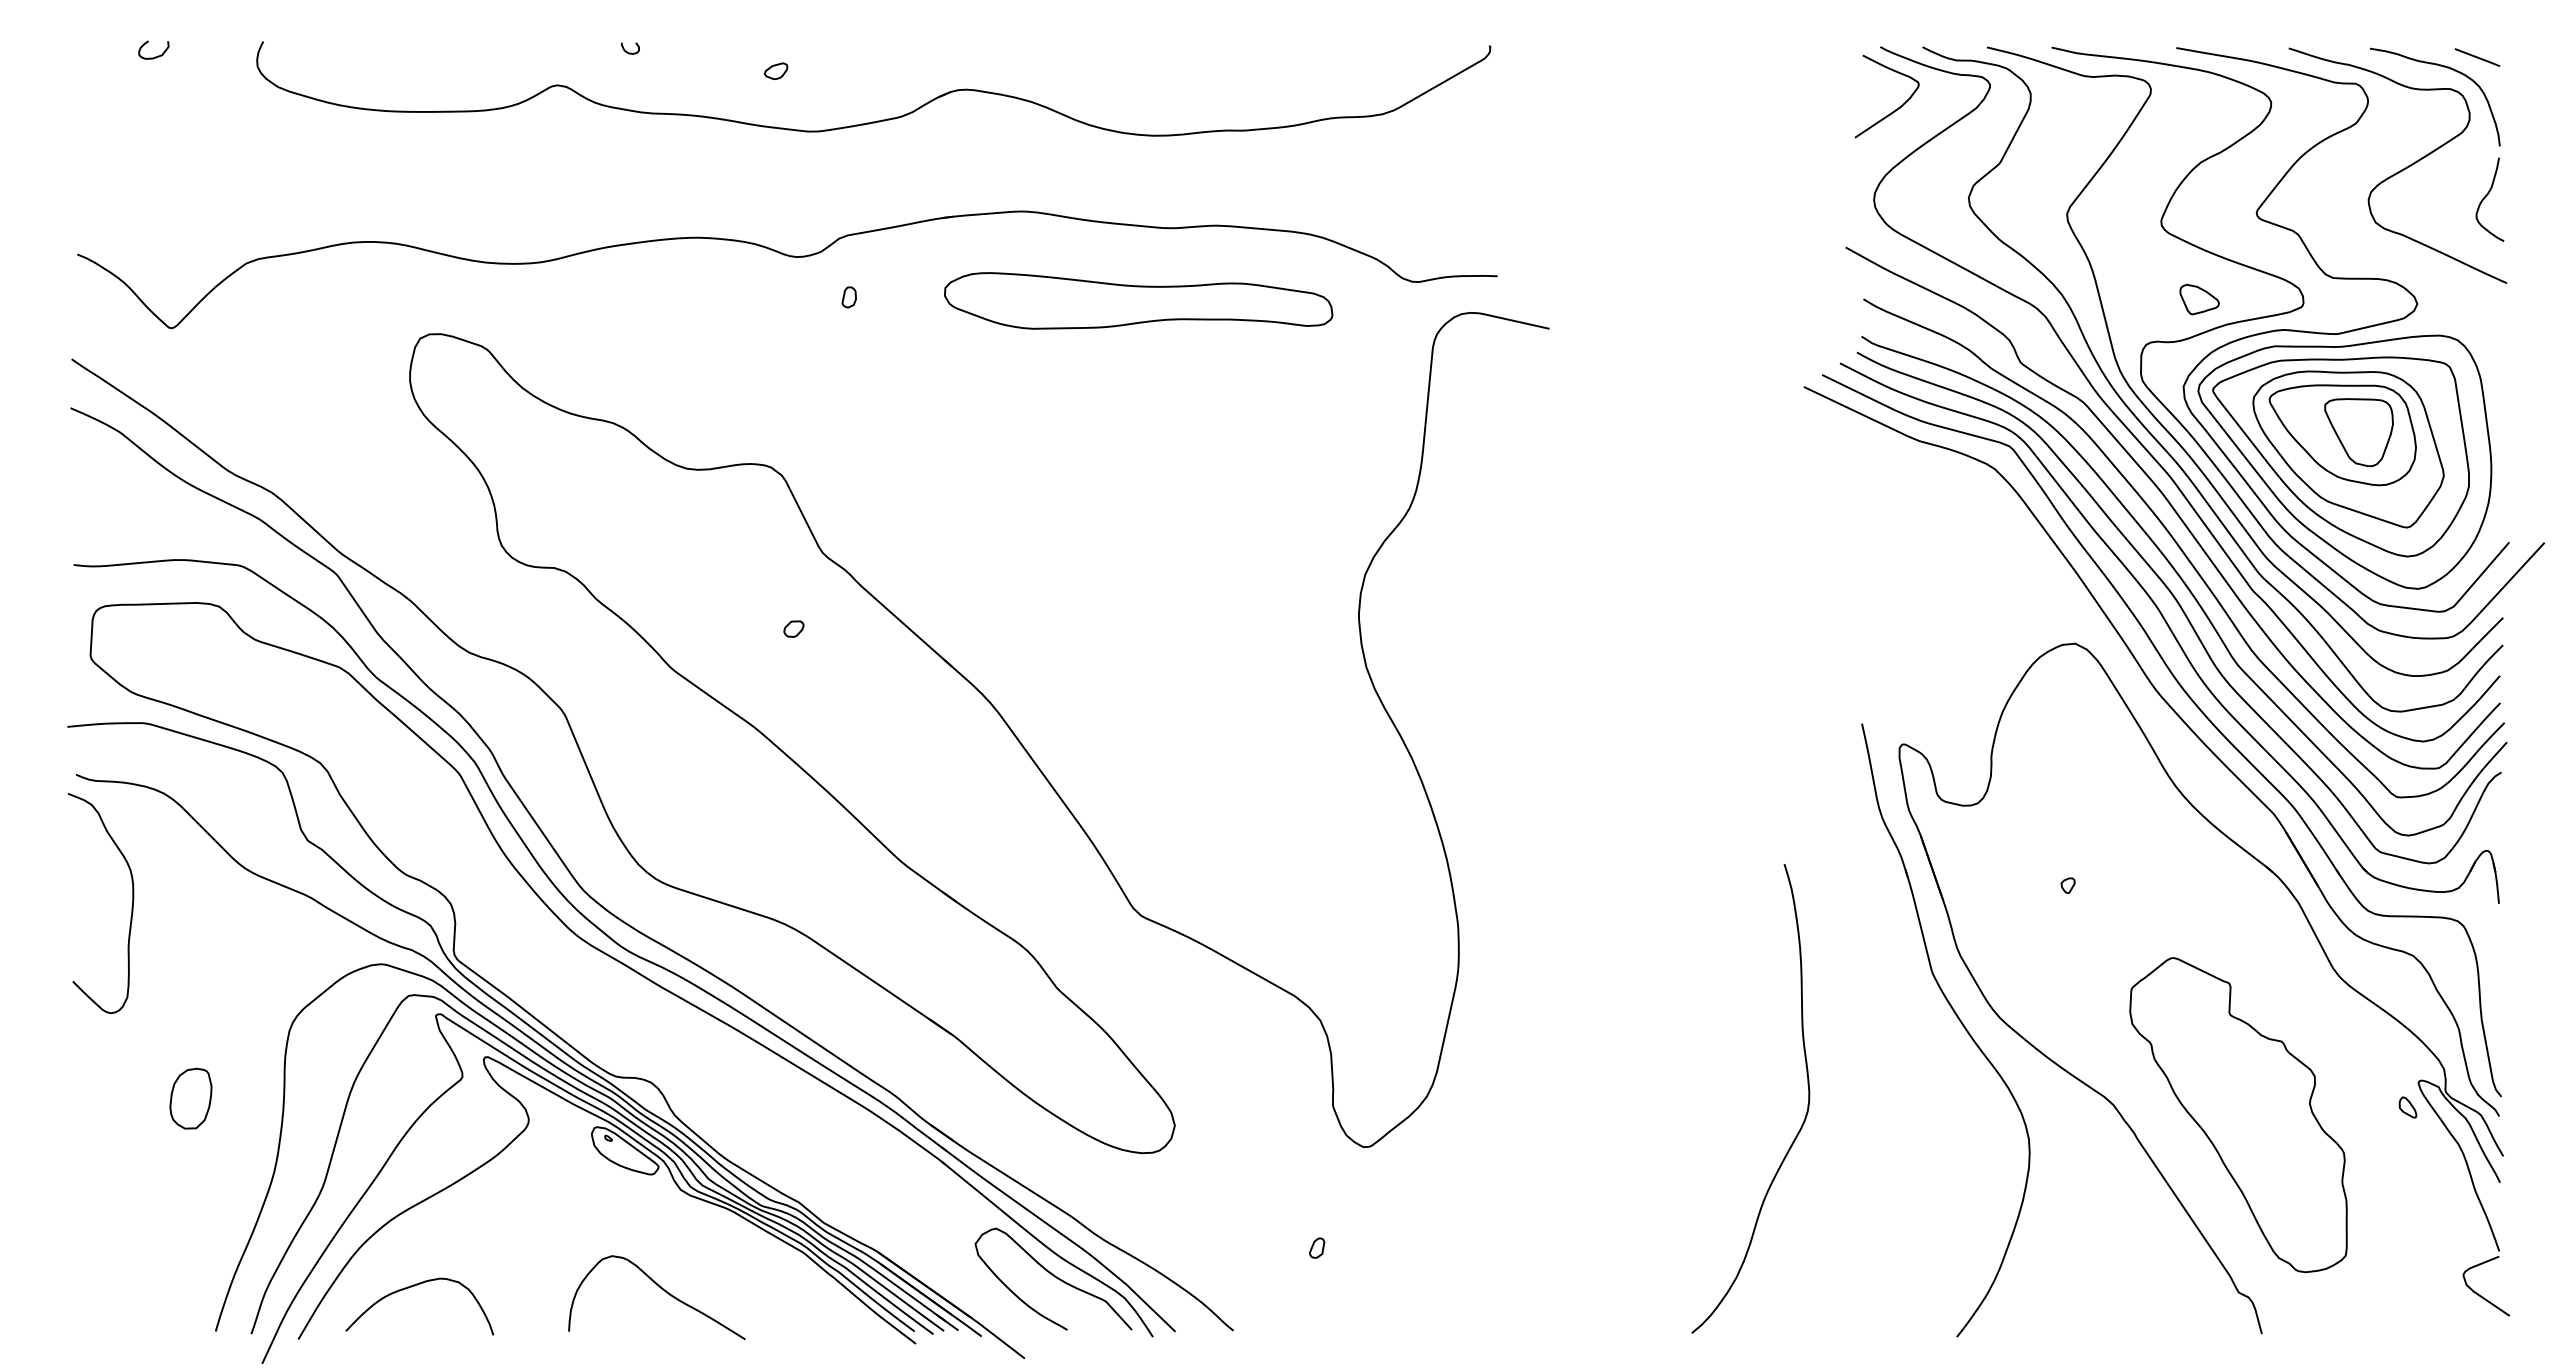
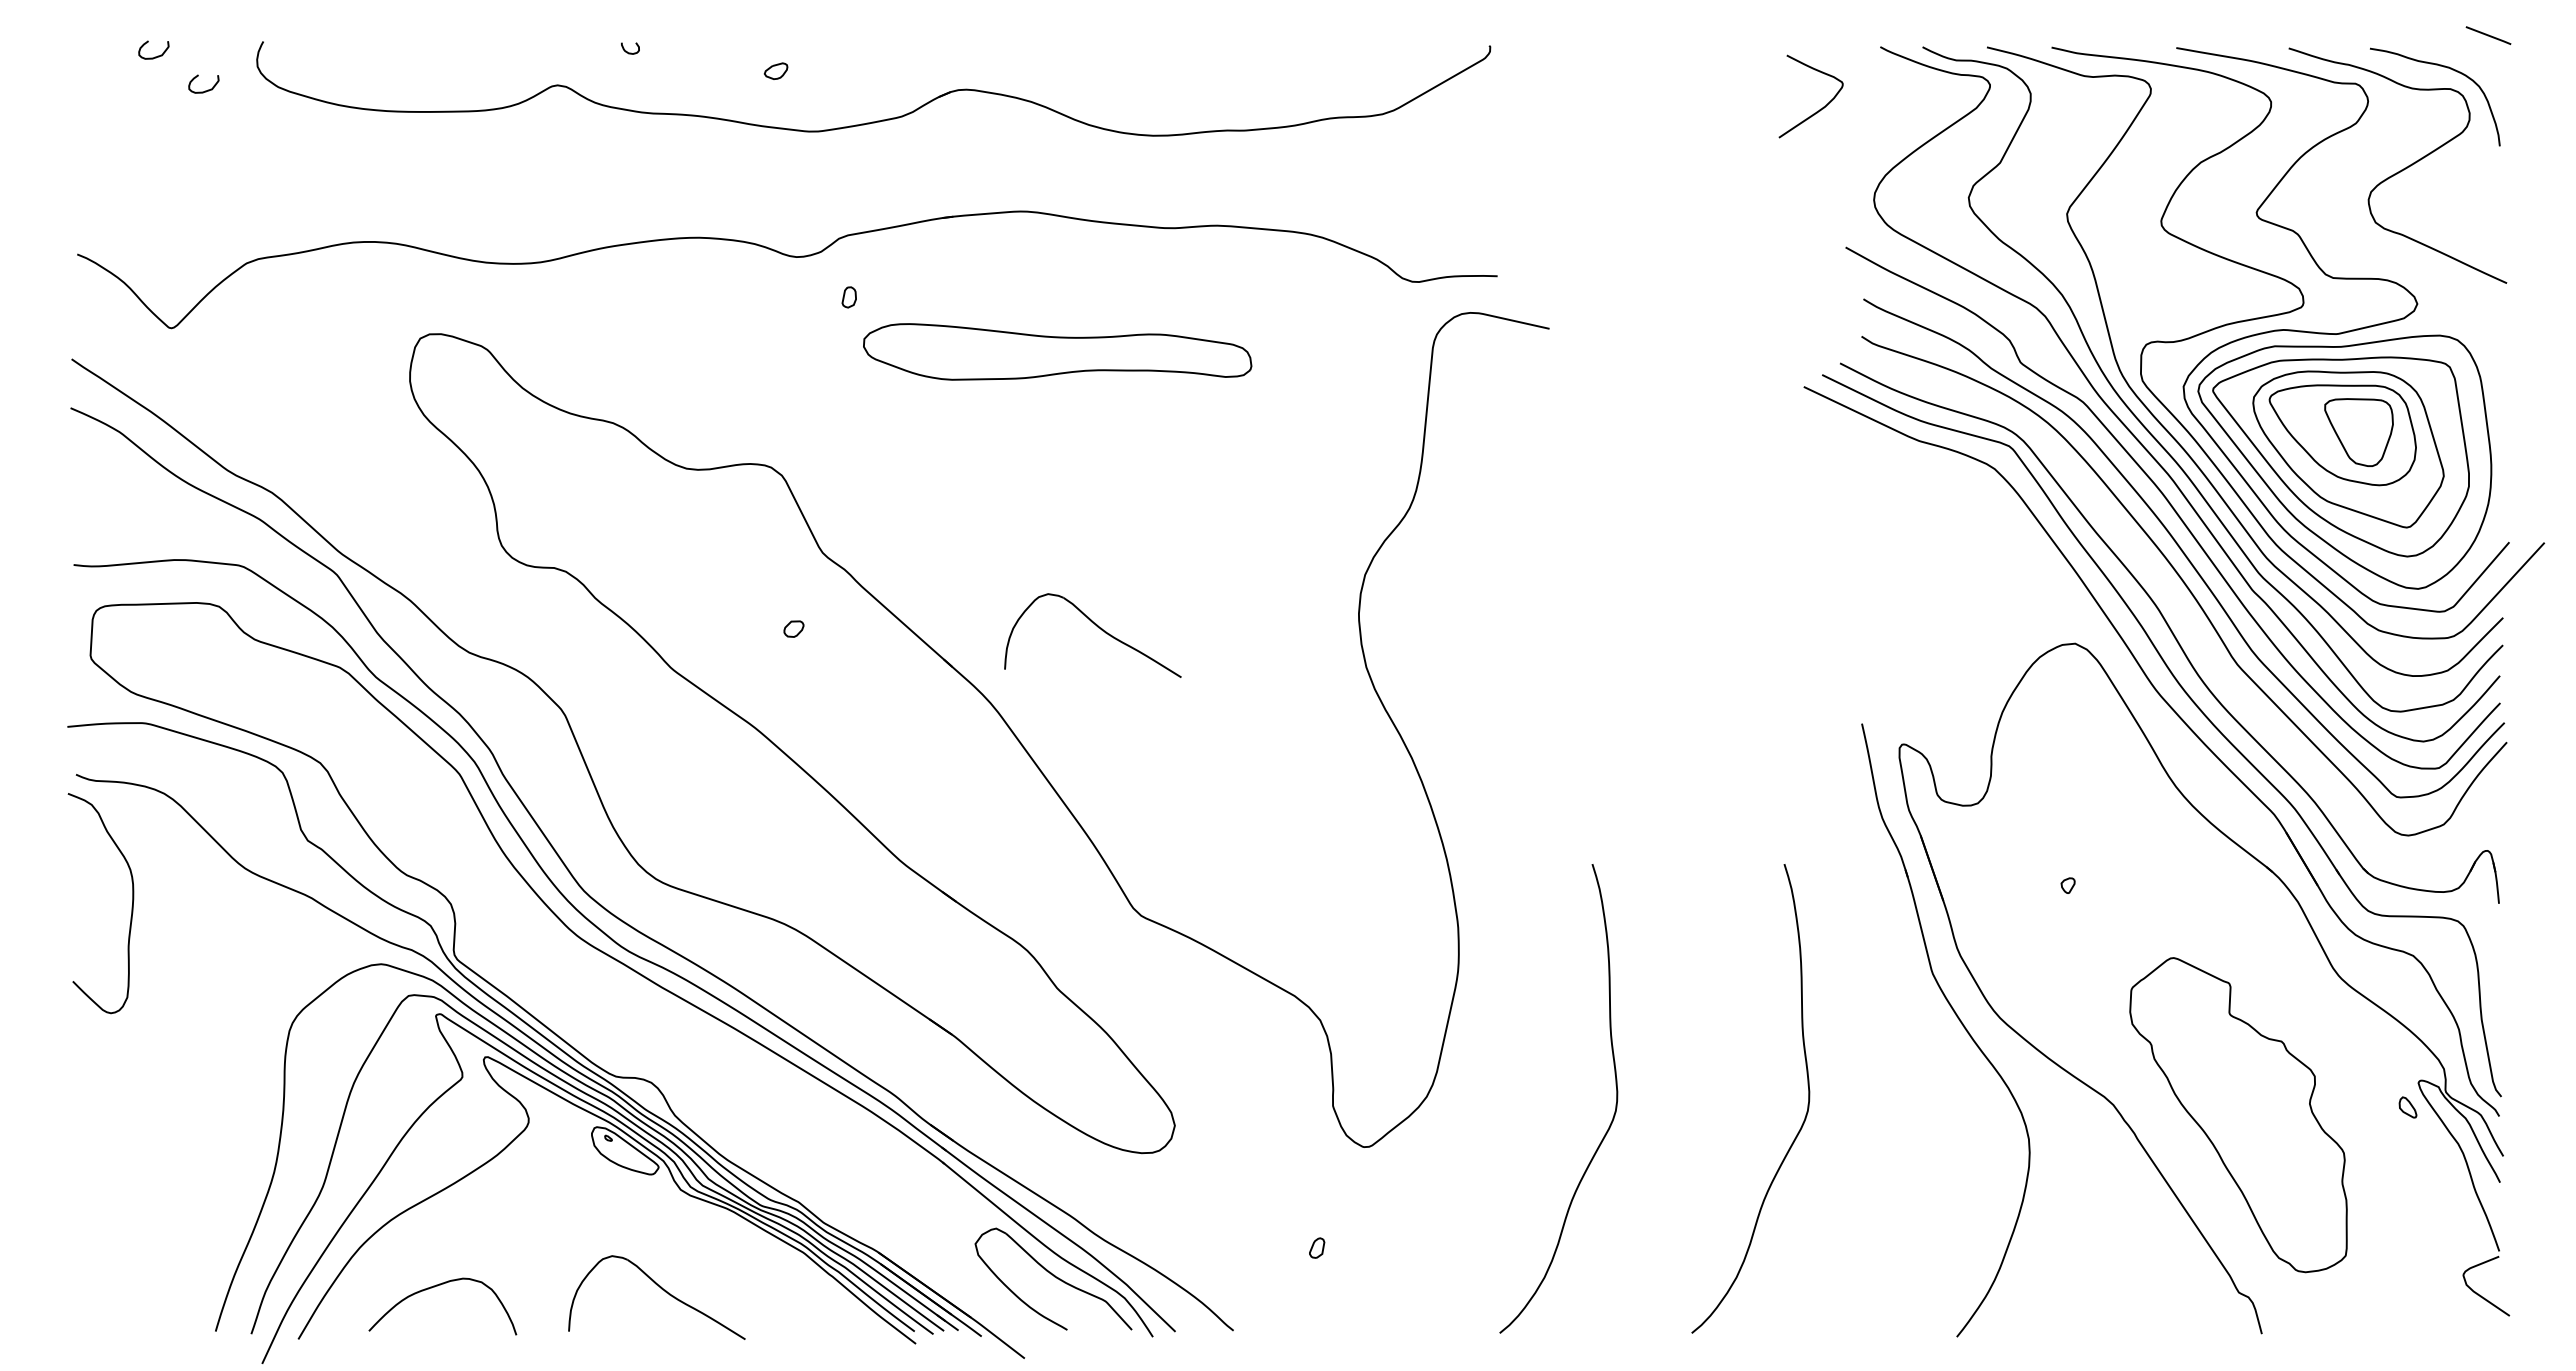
line at (2477, 57) position: (2477, 57) -> (2488, 35)
curve at (207, 89): none -> present
curve at (1896, 108) position: (1896, 108) -> (1820, 108)
curve at (2486, 197): present -> none
part at (2199, 299): present -> none
part at (1138, 300) position: (1138, 300) -> (1057, 351)
curve at (2179, 606): present -> none
part at (1097, 627): none -> present
part at (190, 1098): present -> none
curve at (1612, 1117): none -> present
curve at (414, 1286) position: (414, 1286) -> (437, 1286)
